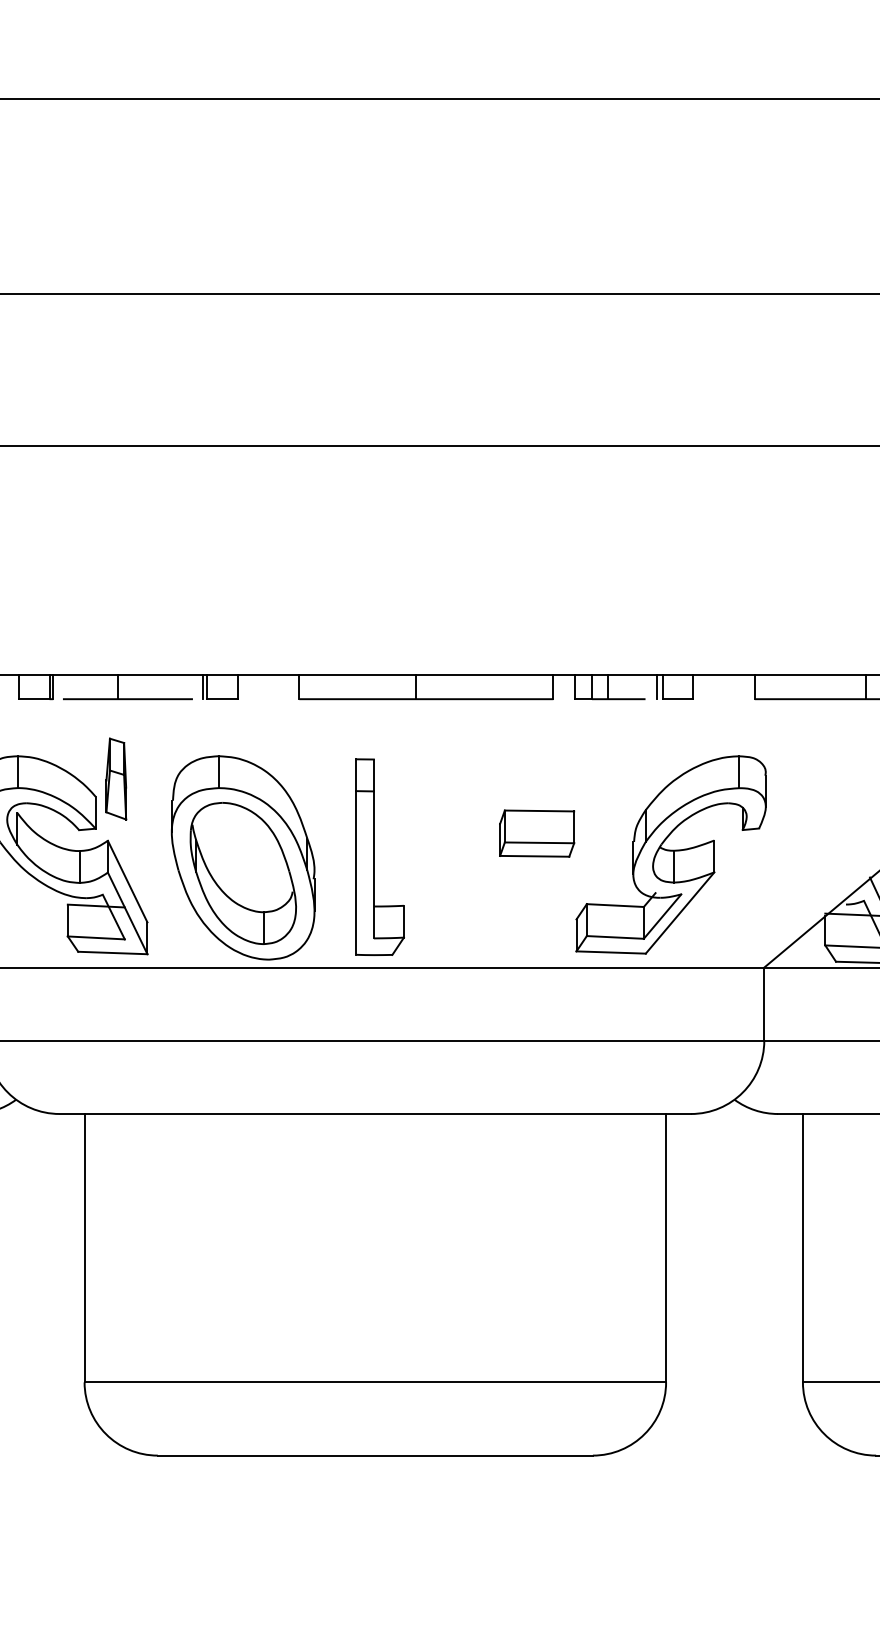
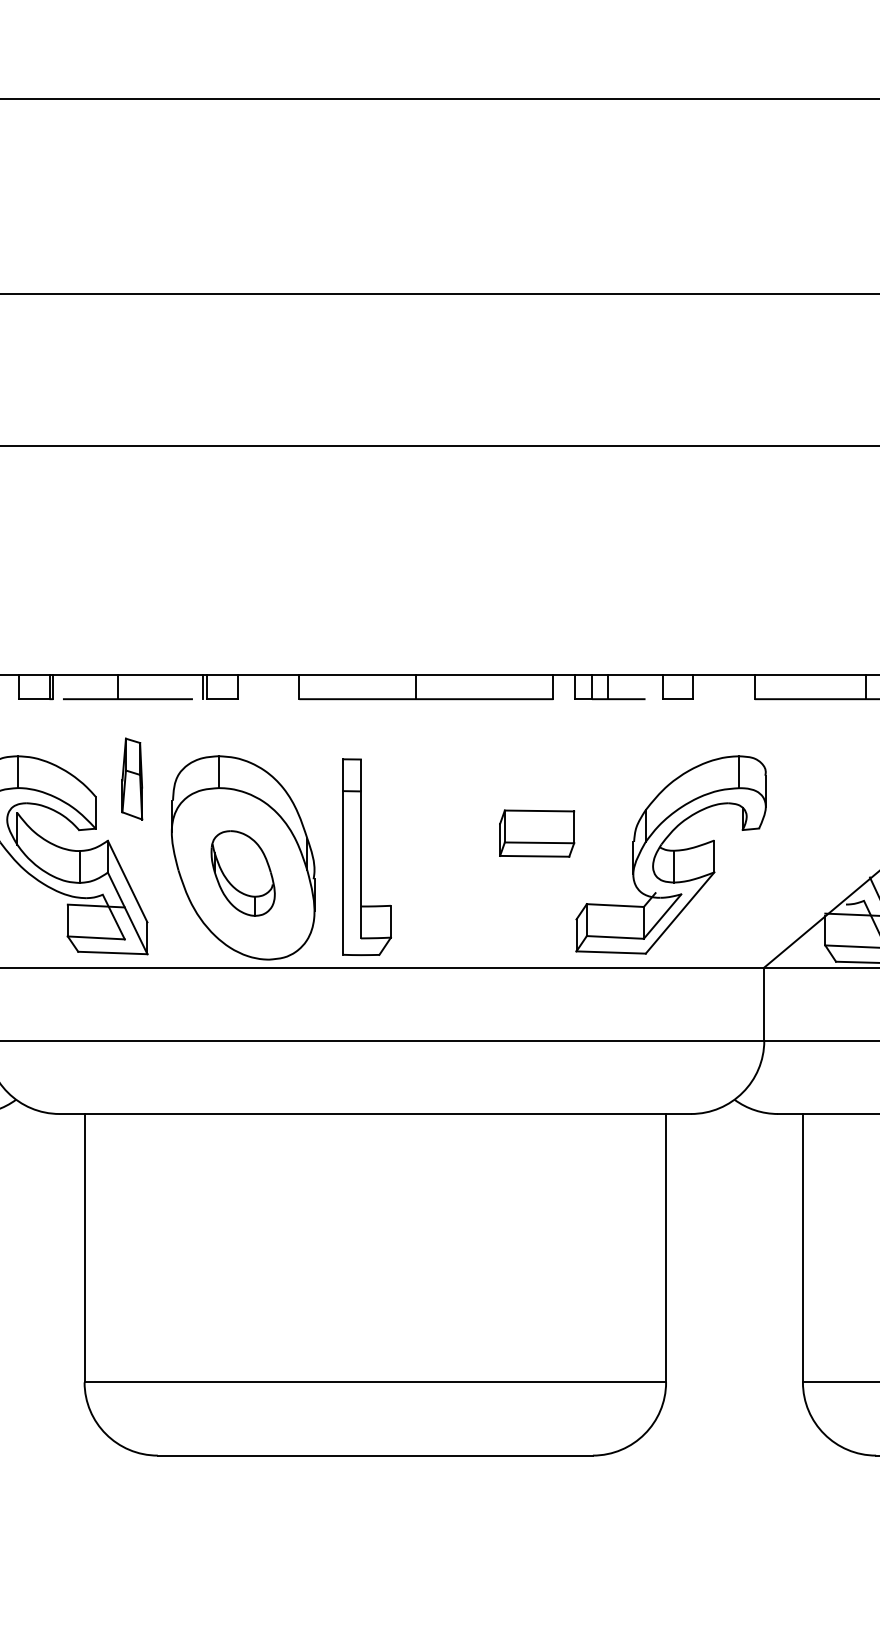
line at (657, 686): present -> none
part at (116, 778) position: (116, 778) -> (132, 778)
part at (379, 856) position: (379, 856) -> (366, 856)
part at (242, 873) size: 108x143 px -> 66x87 px
